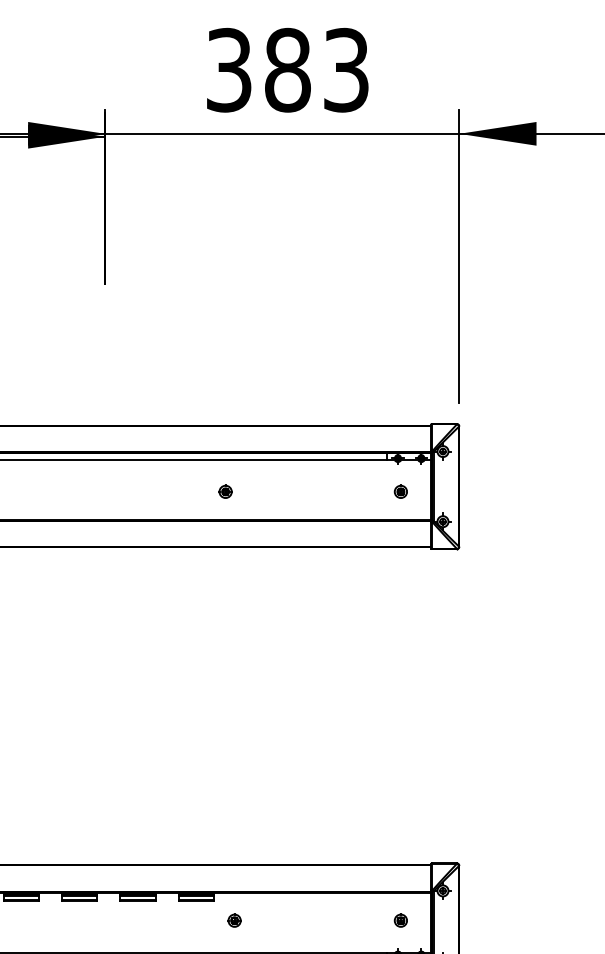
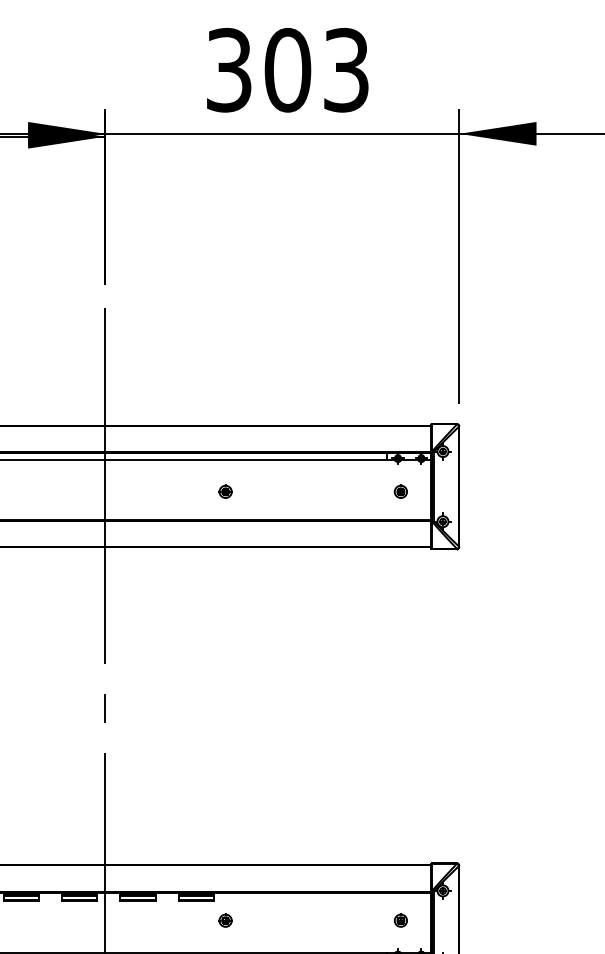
text at (287, 70): 383 -> 303
line at (105, 628): none -> present
part at (234, 920) position: (234, 920) -> (225, 920)
